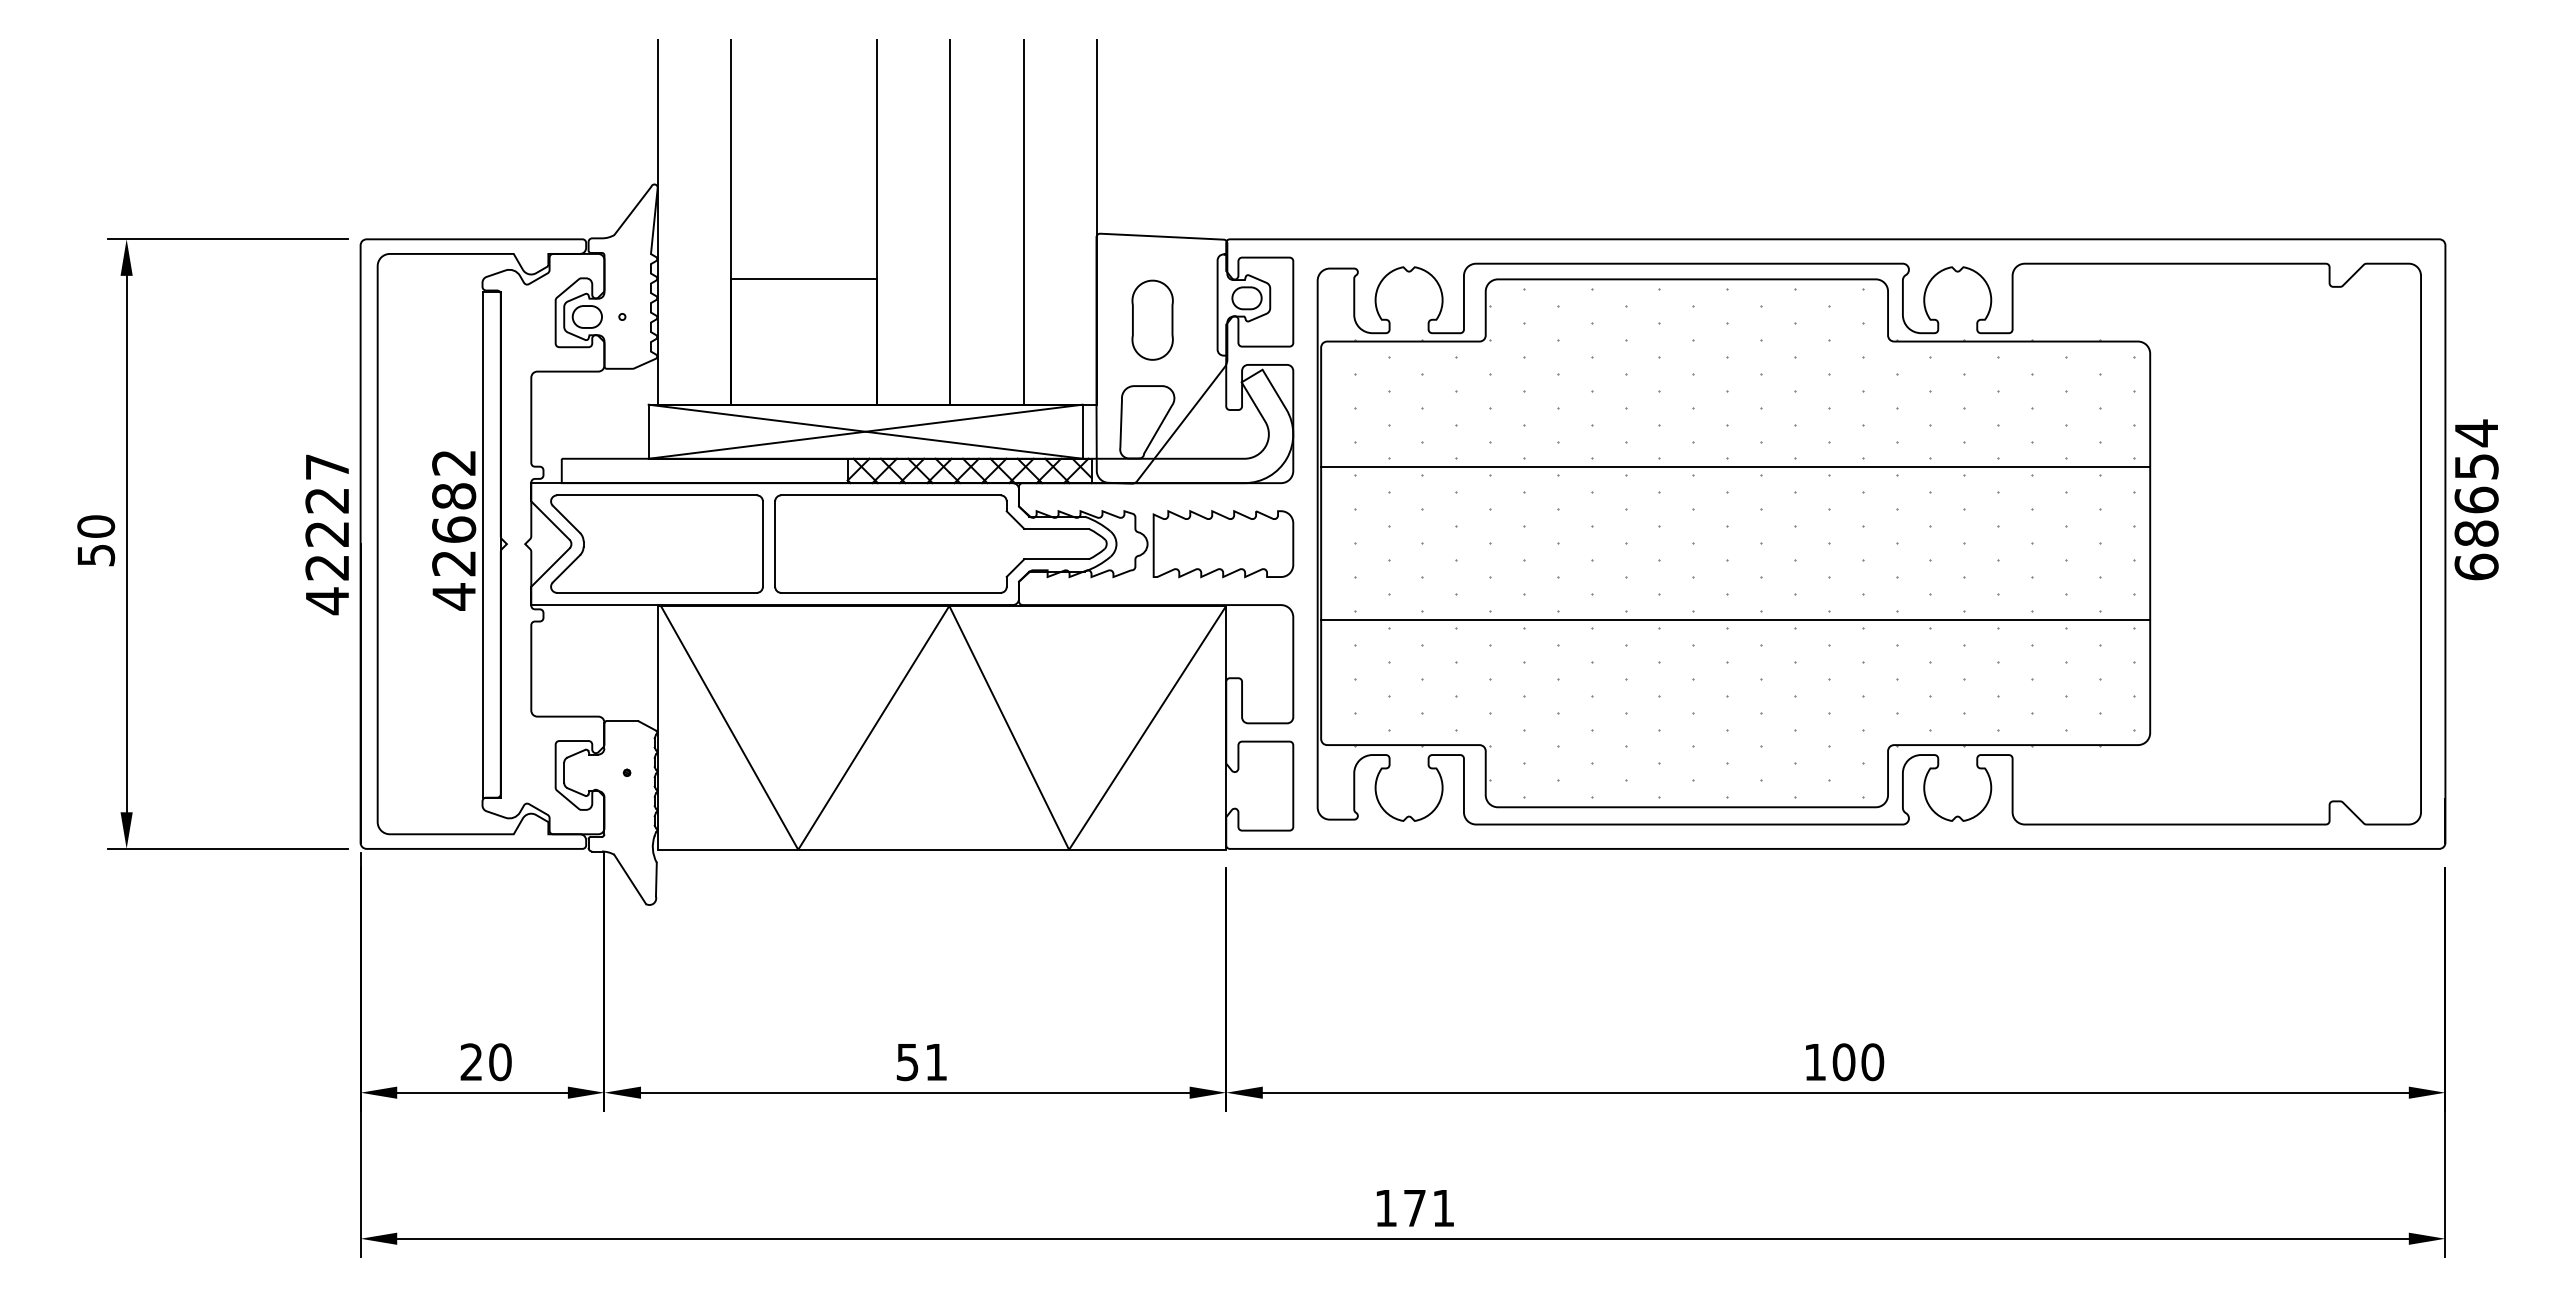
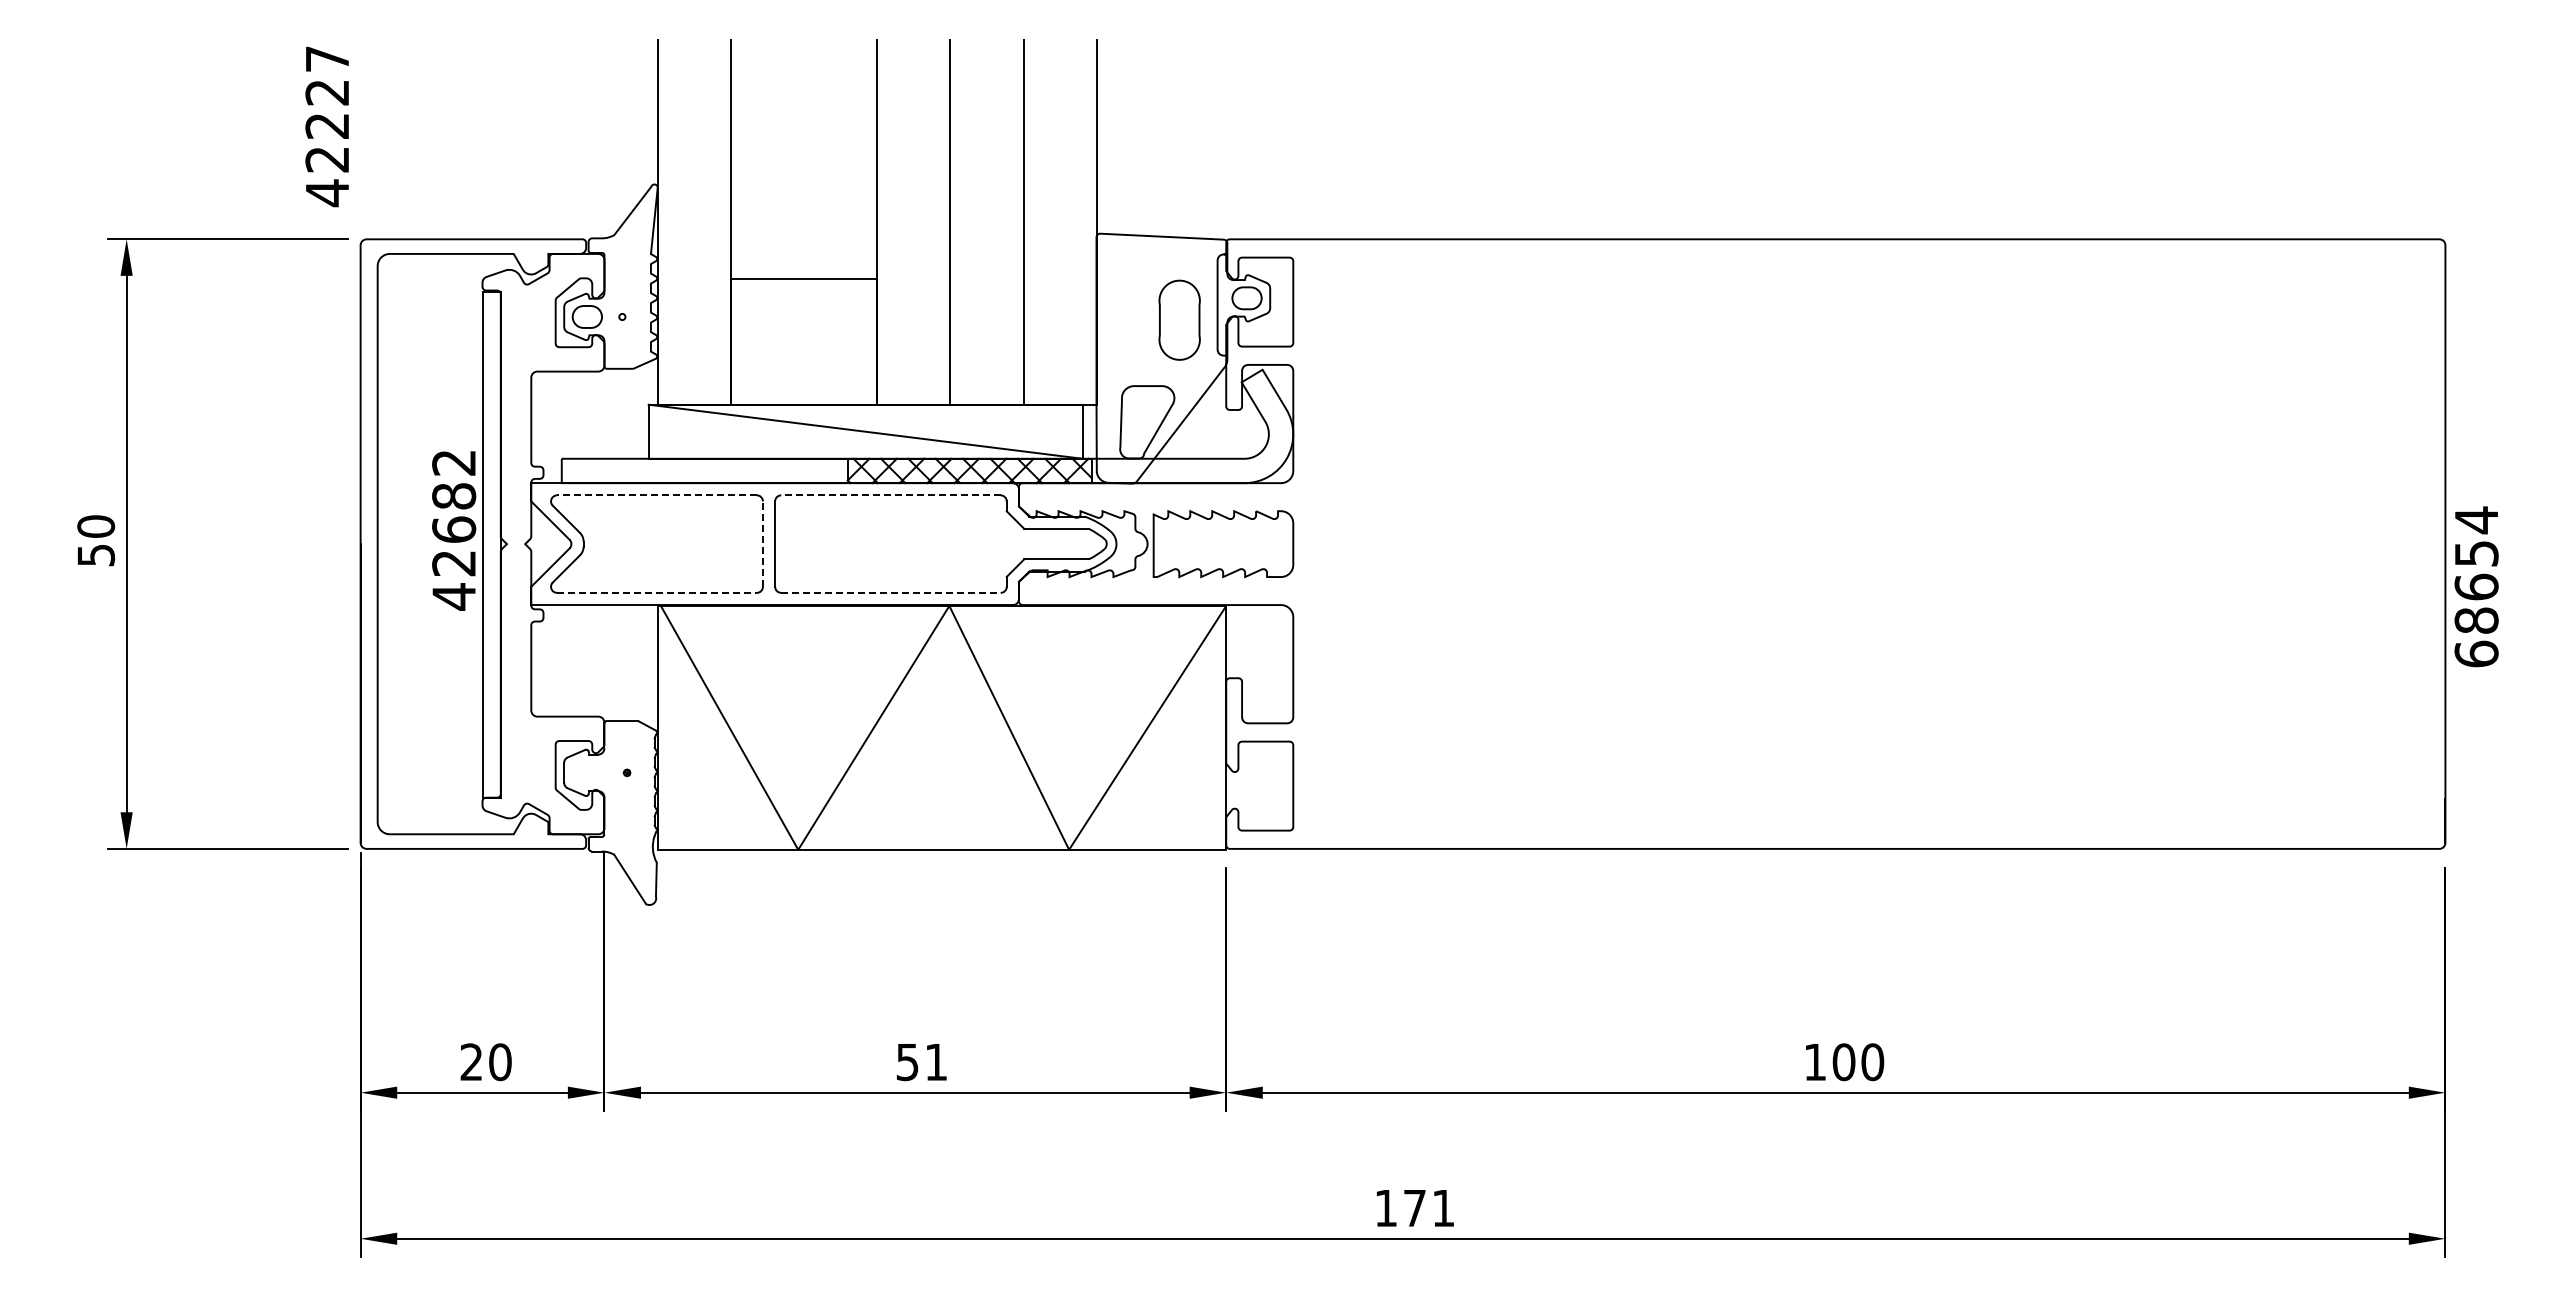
part at (1152, 319) position: (1152, 319) -> (1179, 319)
line at (865, 431): present -> none
line at (657, 495): solid -> dashed
line at (890, 495): solid -> dashed
text at (2476, 499) position: (2476, 499) -> (2476, 586)
text at (326, 534) position: (326, 534) -> (326, 126)
part at (1868, 543): present -> none
line at (762, 544): solid -> dashed
line at (657, 592): solid -> dashed
line at (890, 592): solid -> dashed
